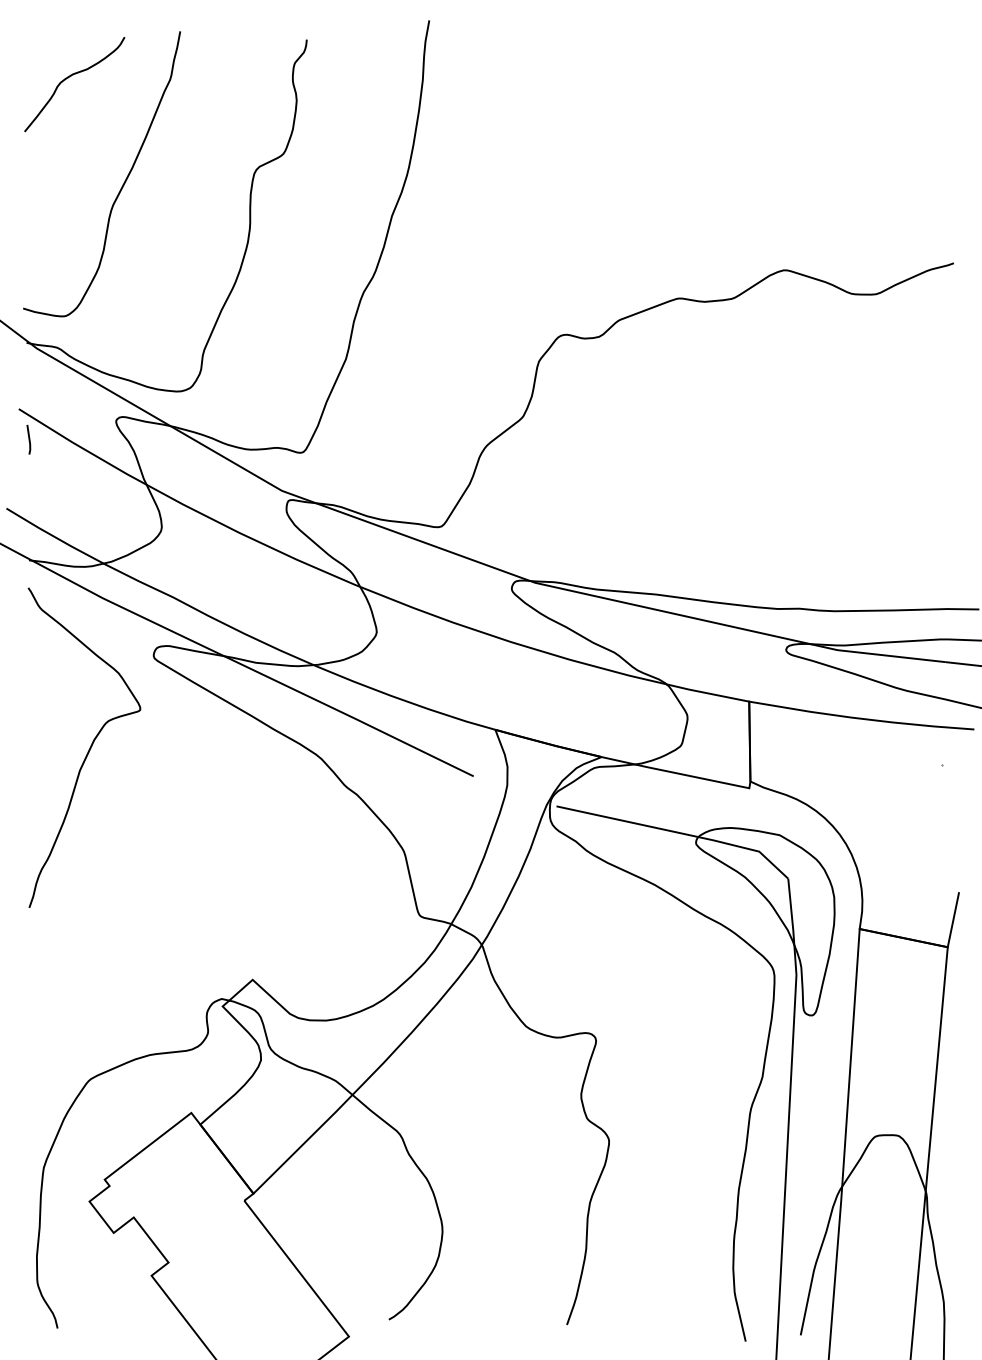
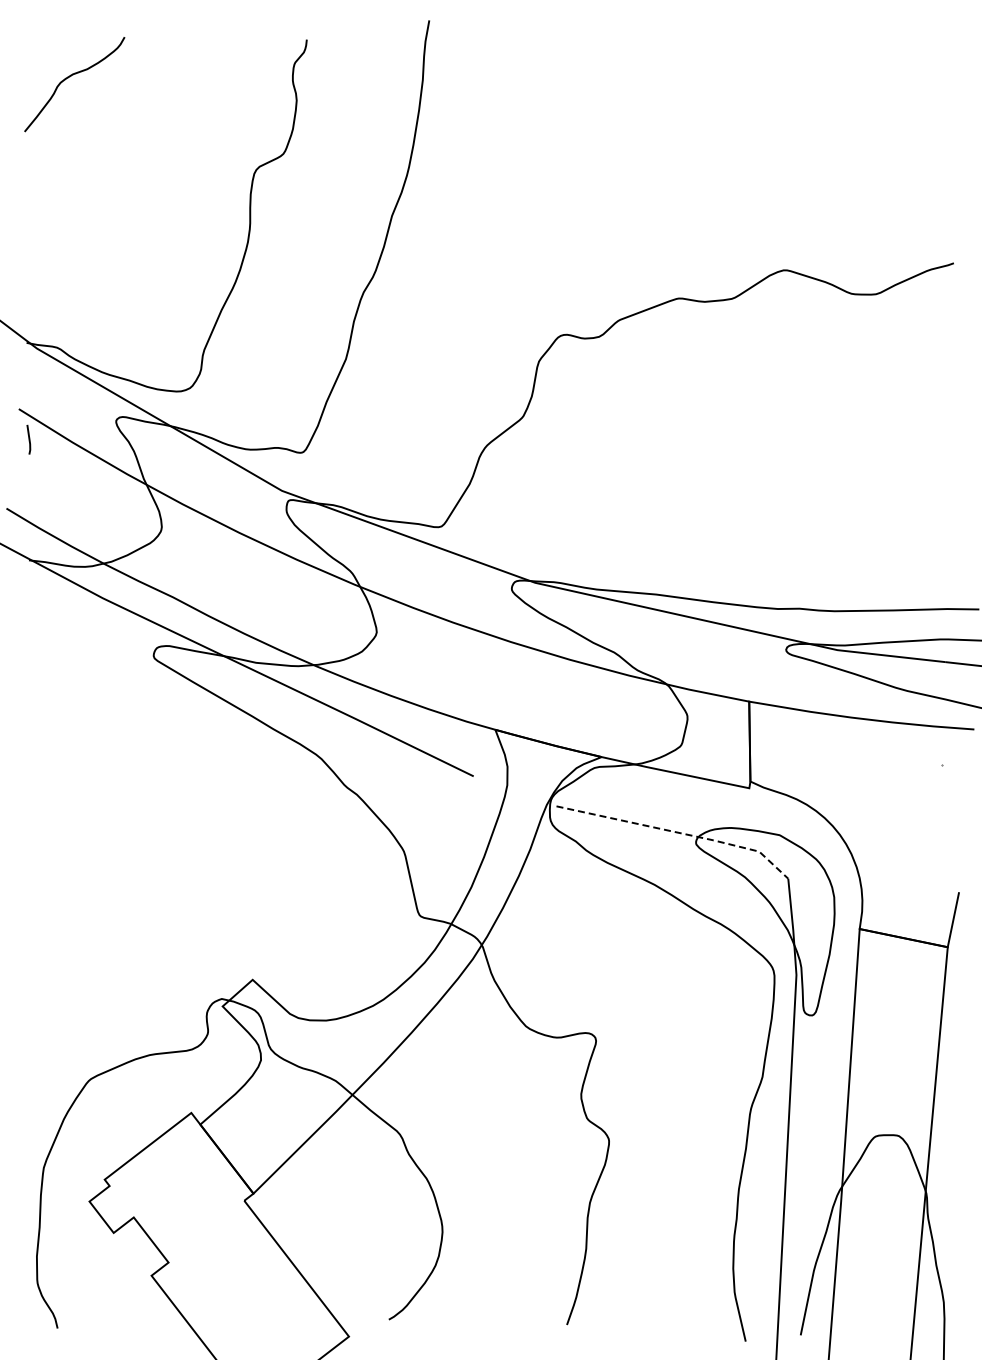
curve at (122, 184): present -> none
curve at (88, 749): present -> none
line at (679, 832): solid -> dashed
